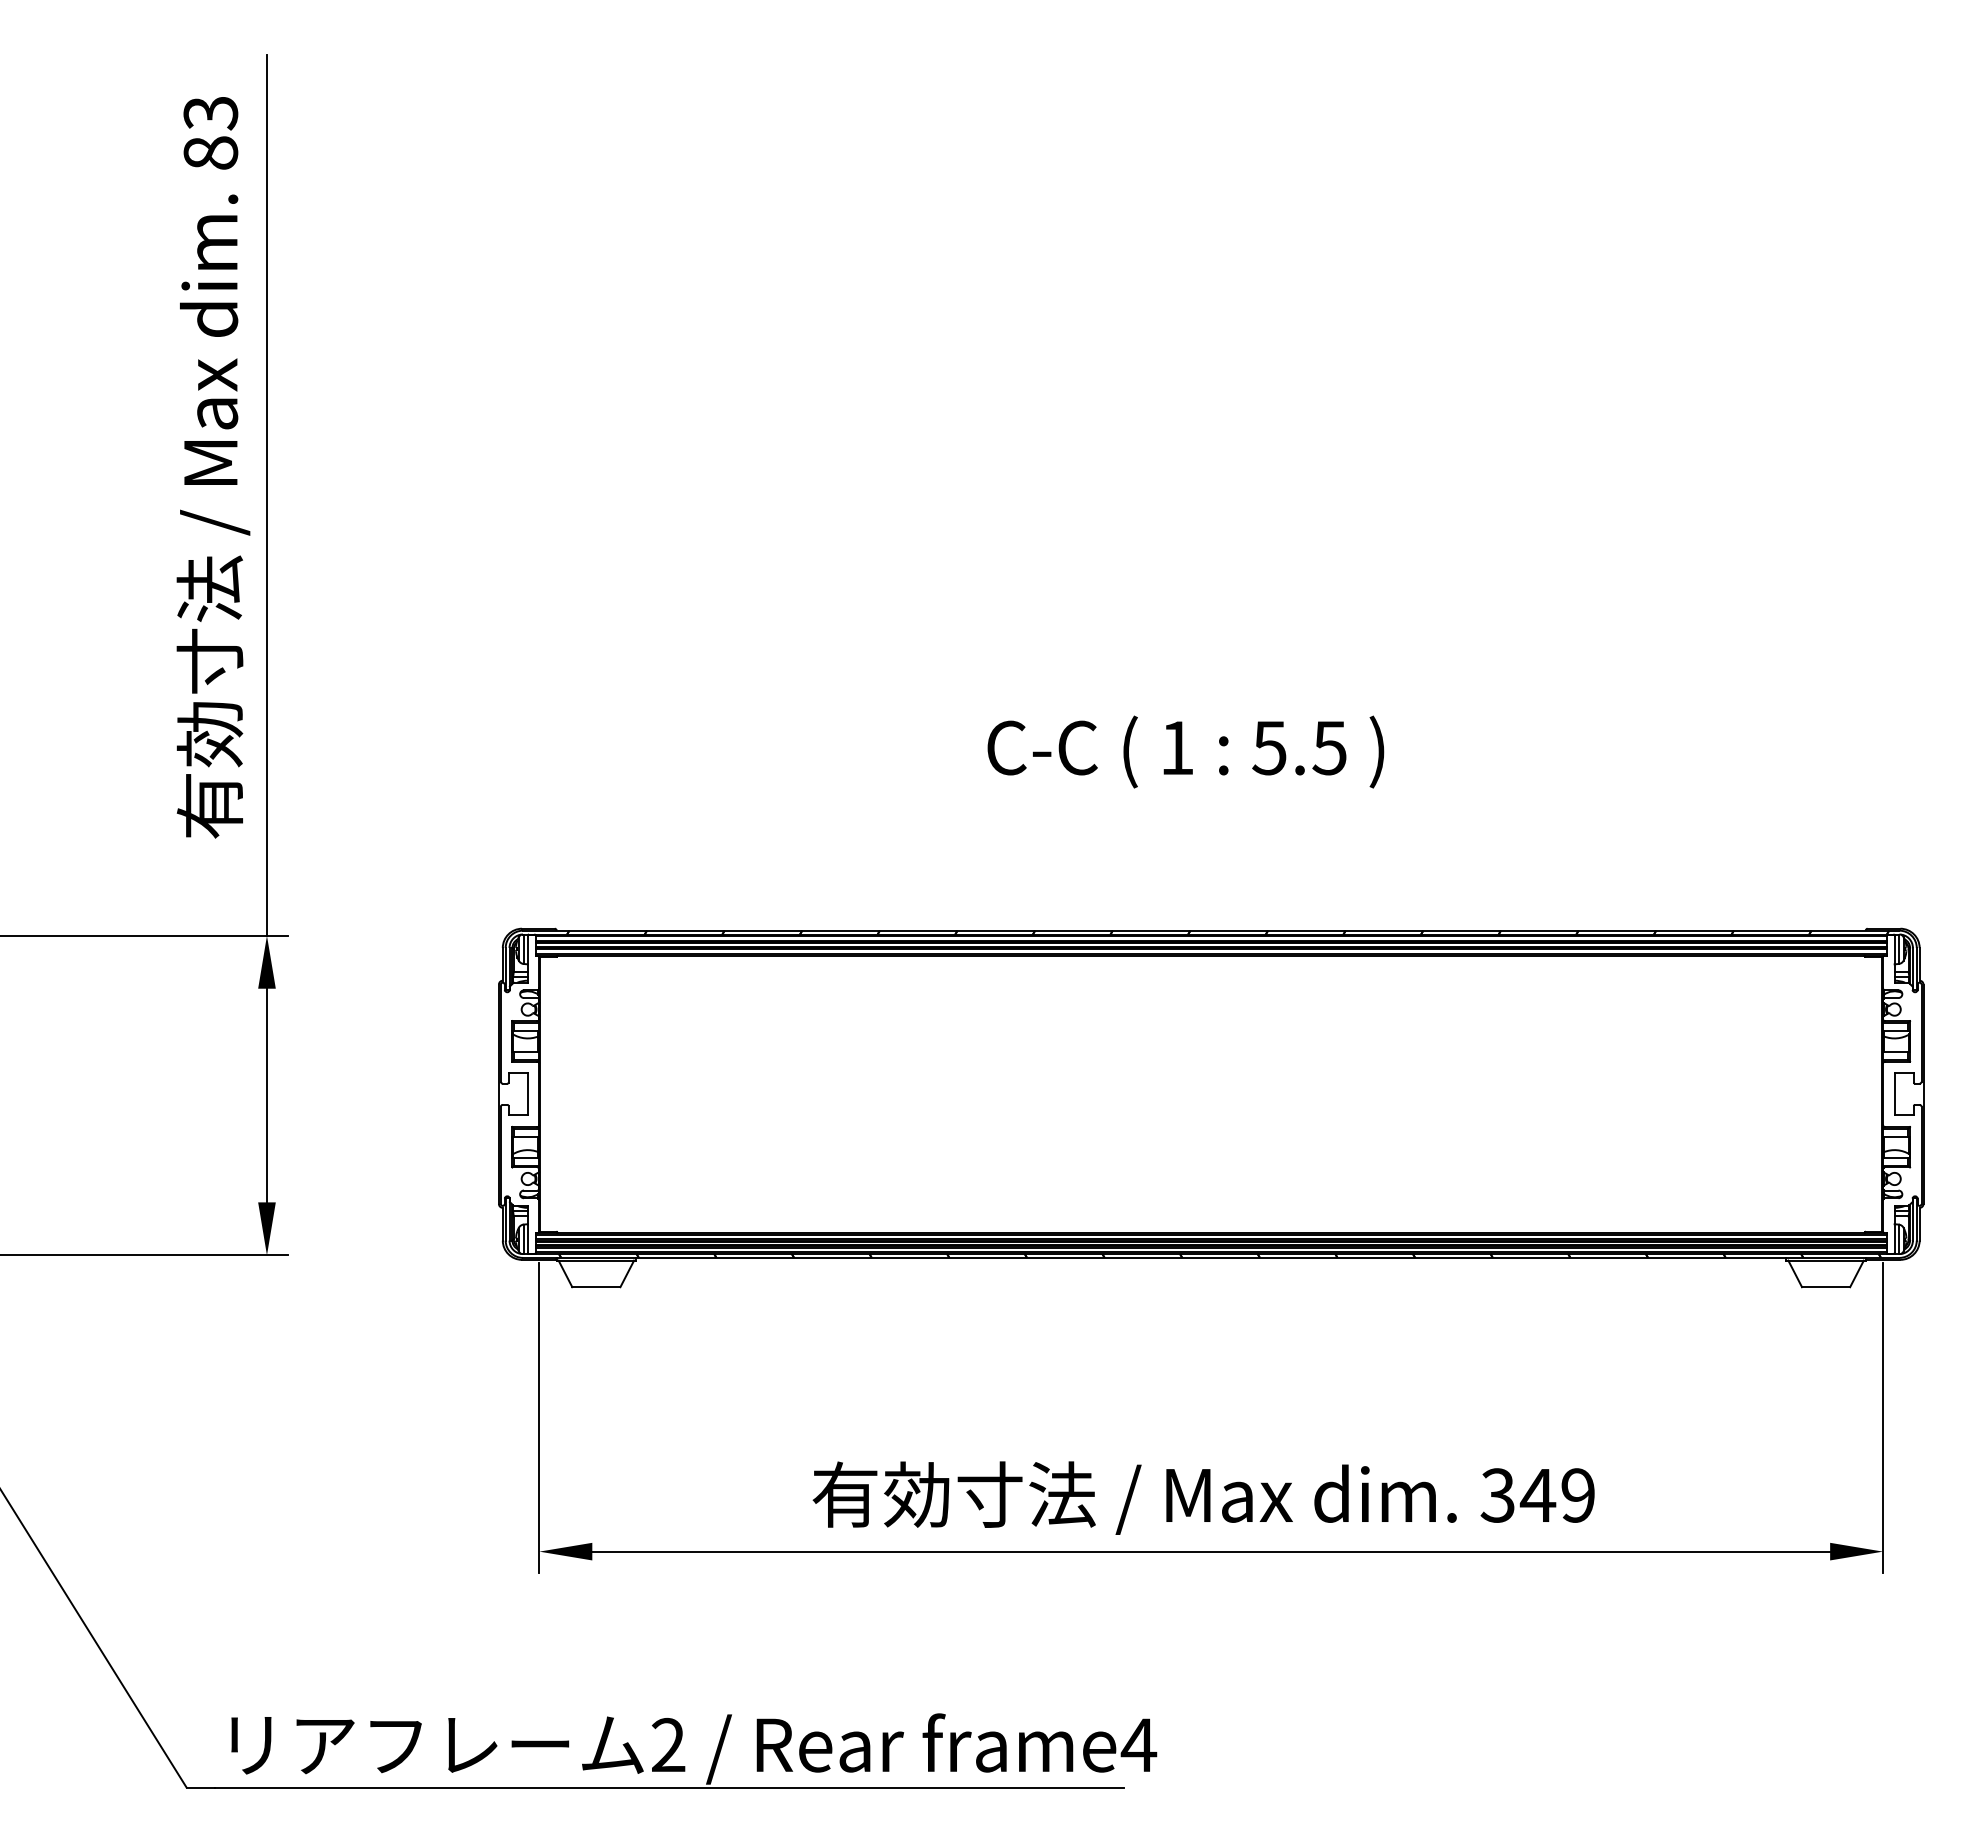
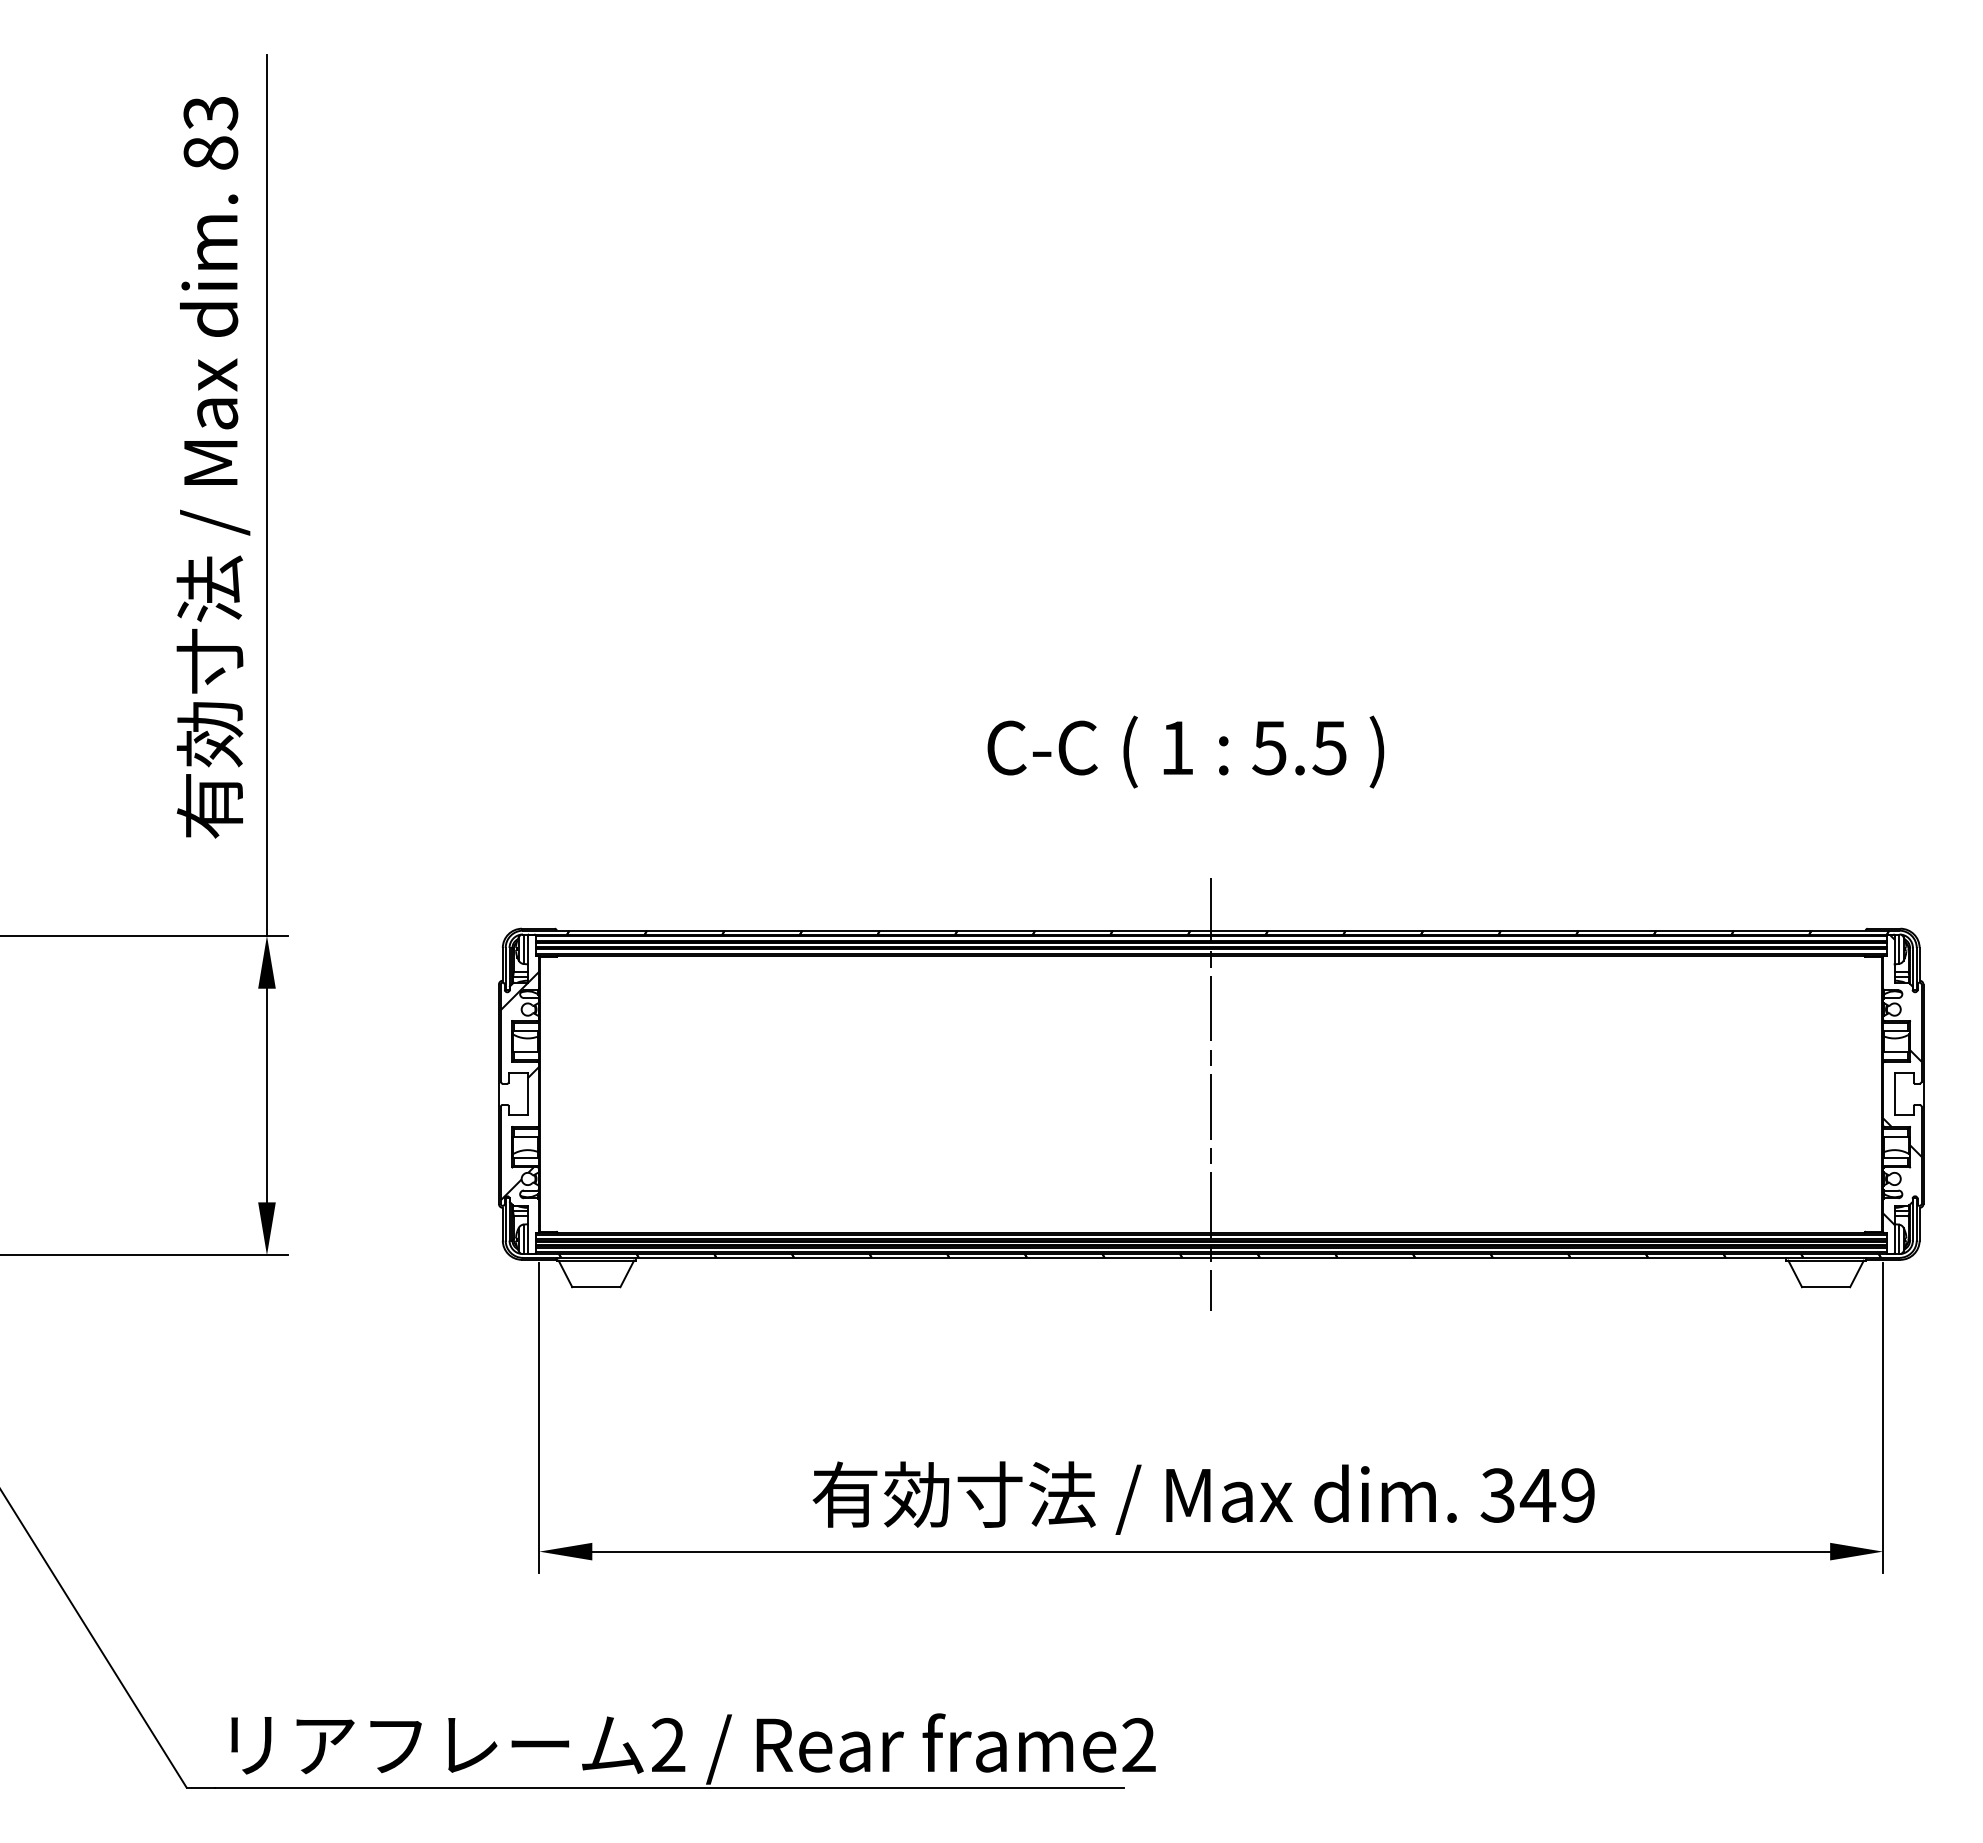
hatch at (1902, 1079): none -> present
hatch at (519, 1085): none -> present
line at (1211, 1093): none -> present
text at (1138, 1744): frame4 -> frame2
